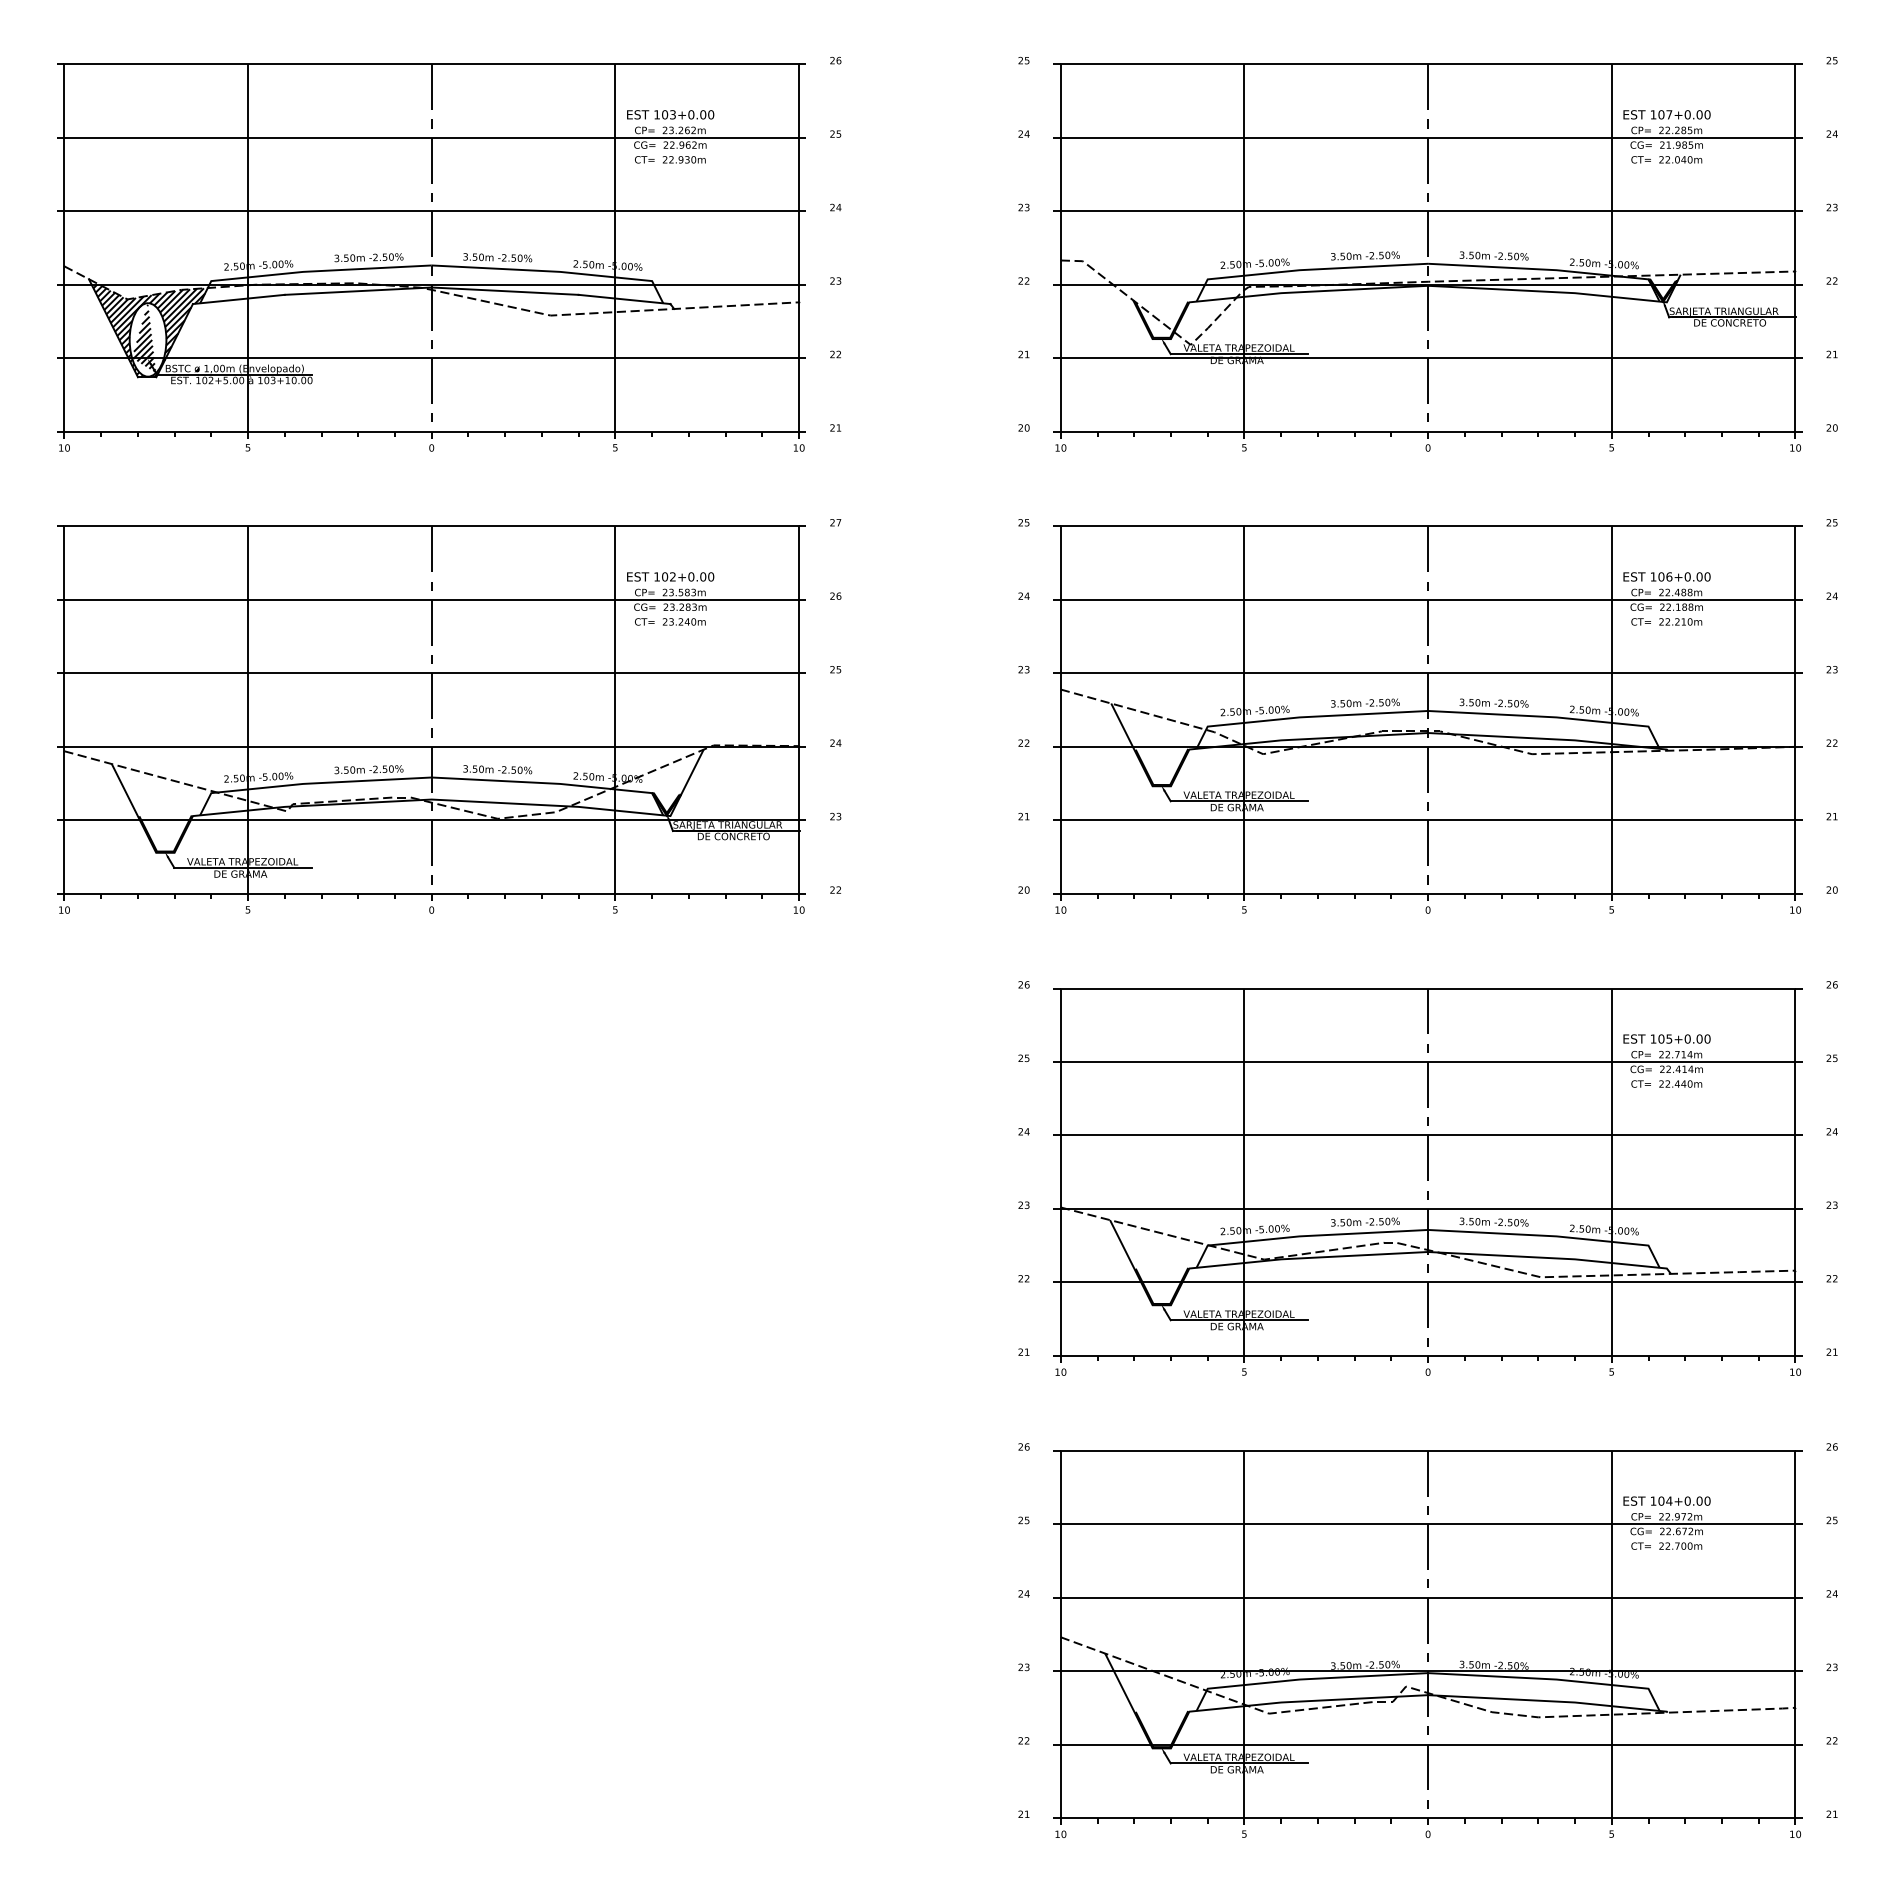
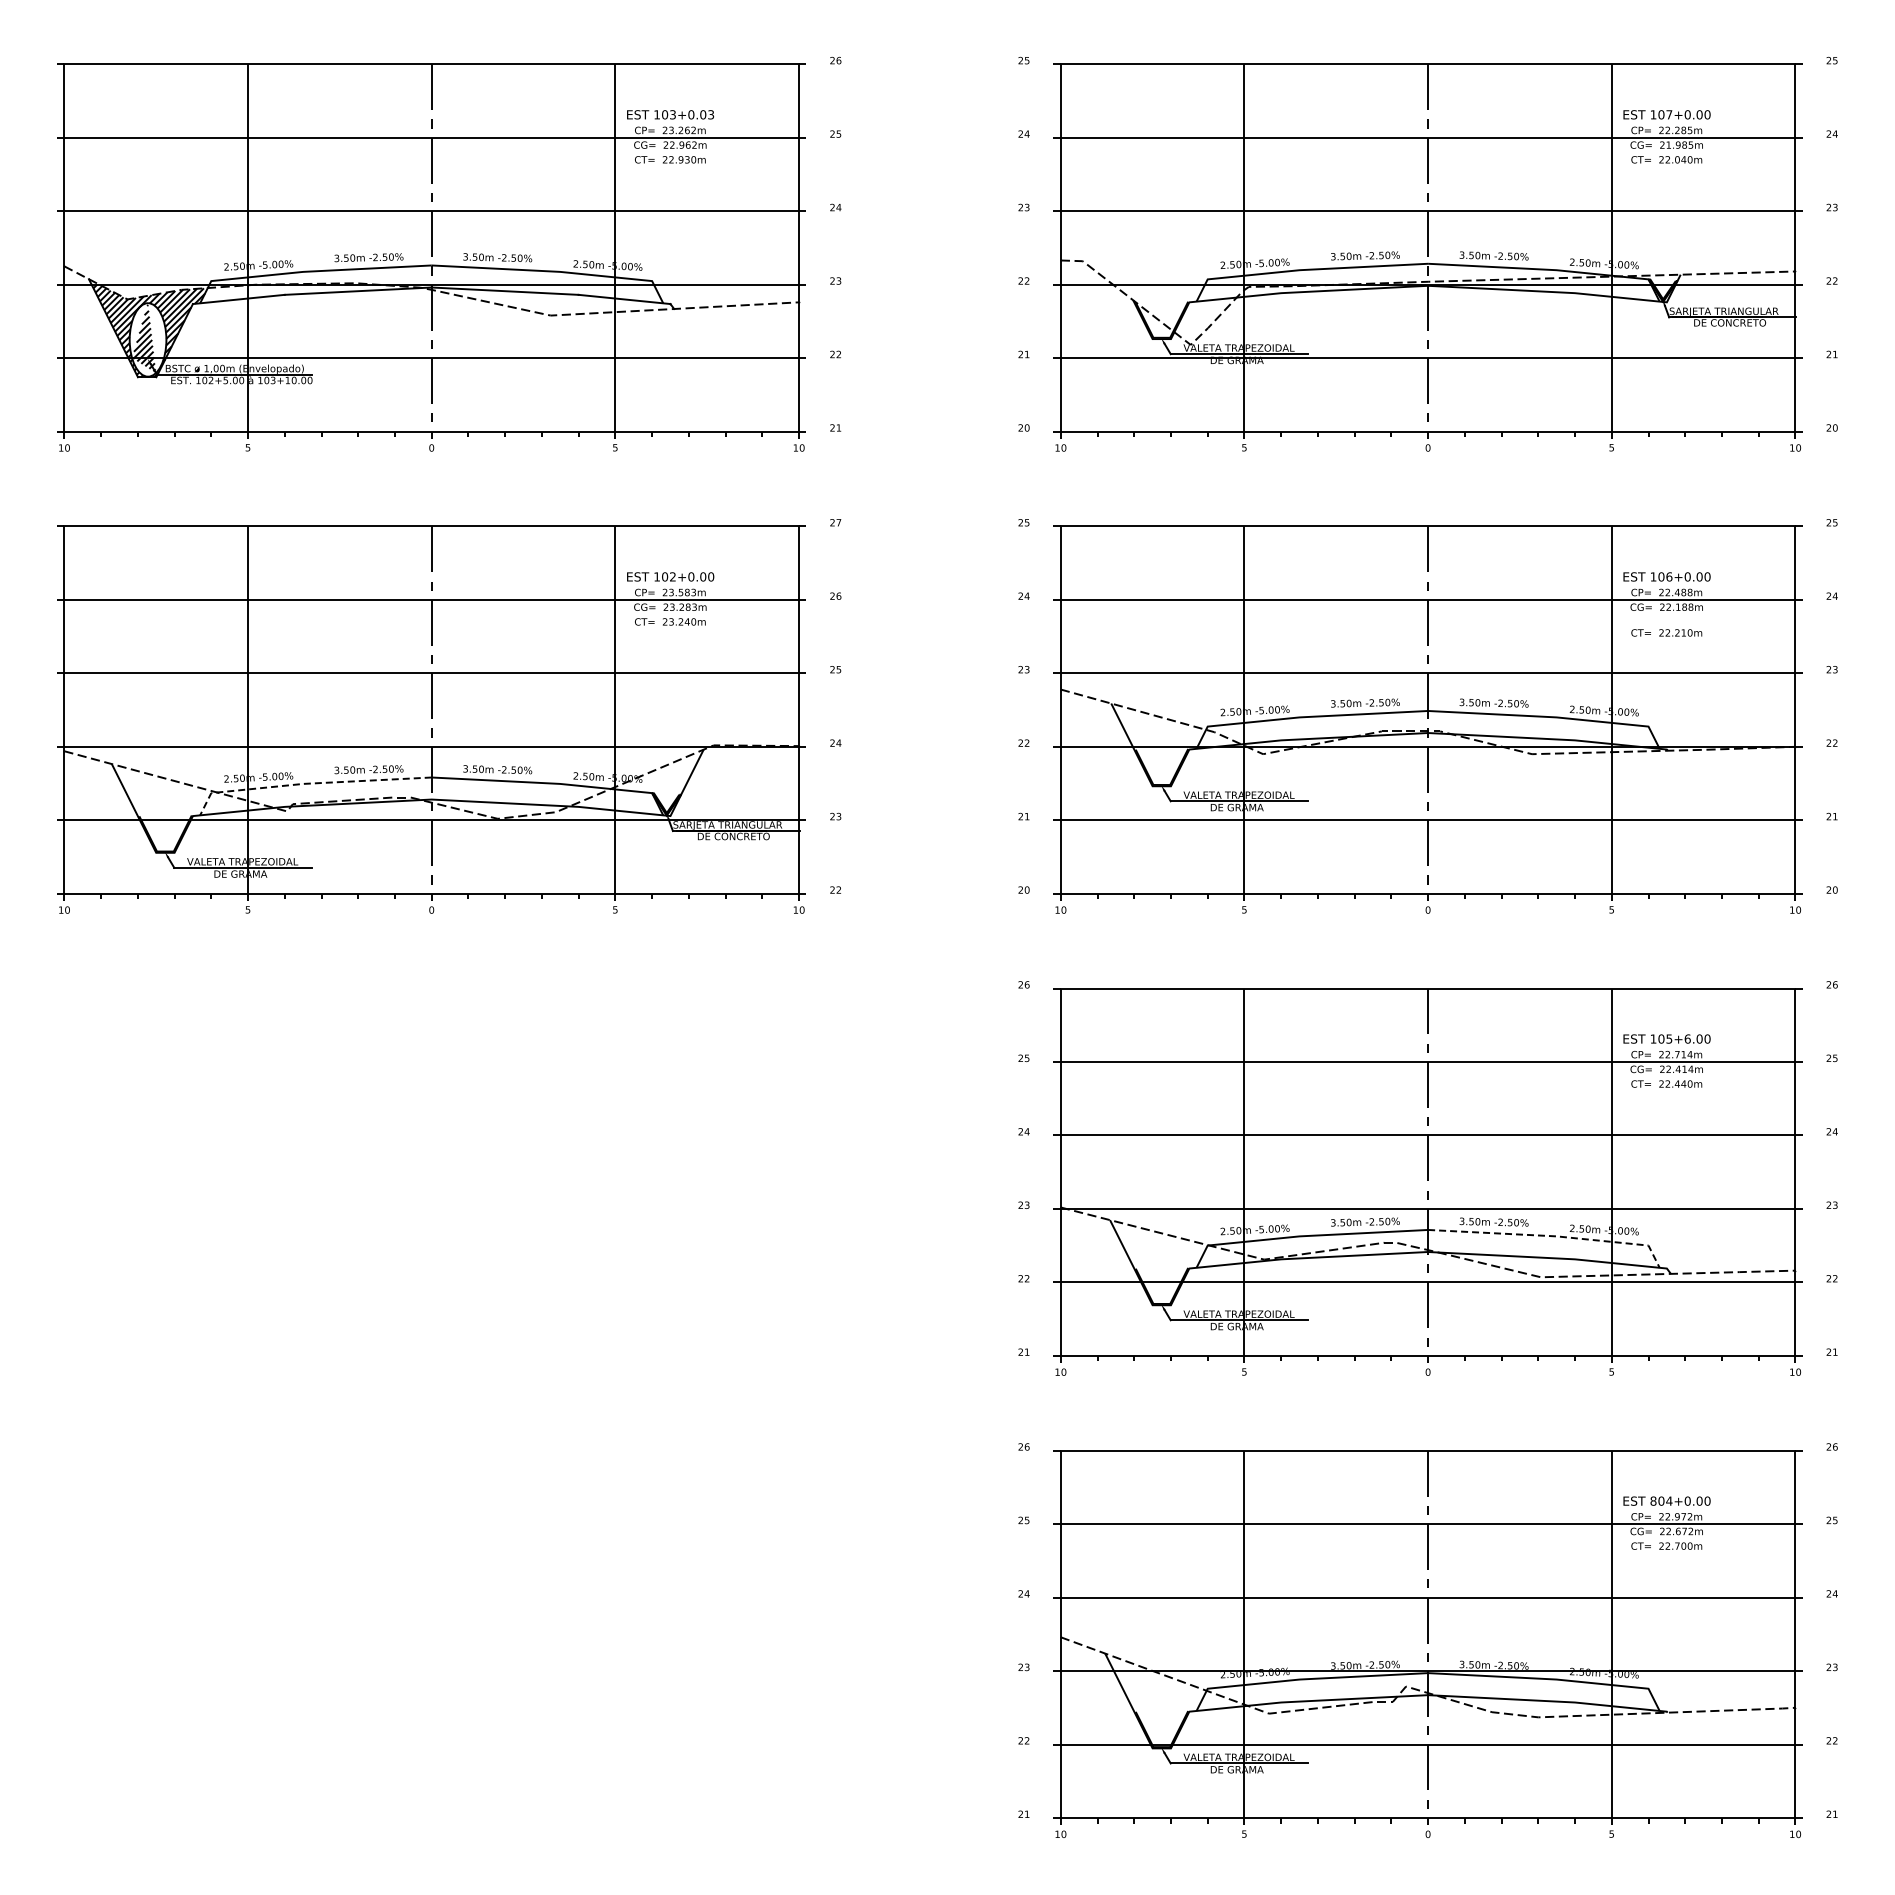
text at (711, 114): 103+0.00 -> 103+0.03
text at (1666, 621) position: (1666, 621) -> (1666, 632)
line at (307, 783): solid -> dashed
text at (1687, 1038): 105+0.00 -> 105+6.00
line at (1552, 1236): solid -> dashed
text at (1653, 1500): 104+0.00 -> 804+0.00
